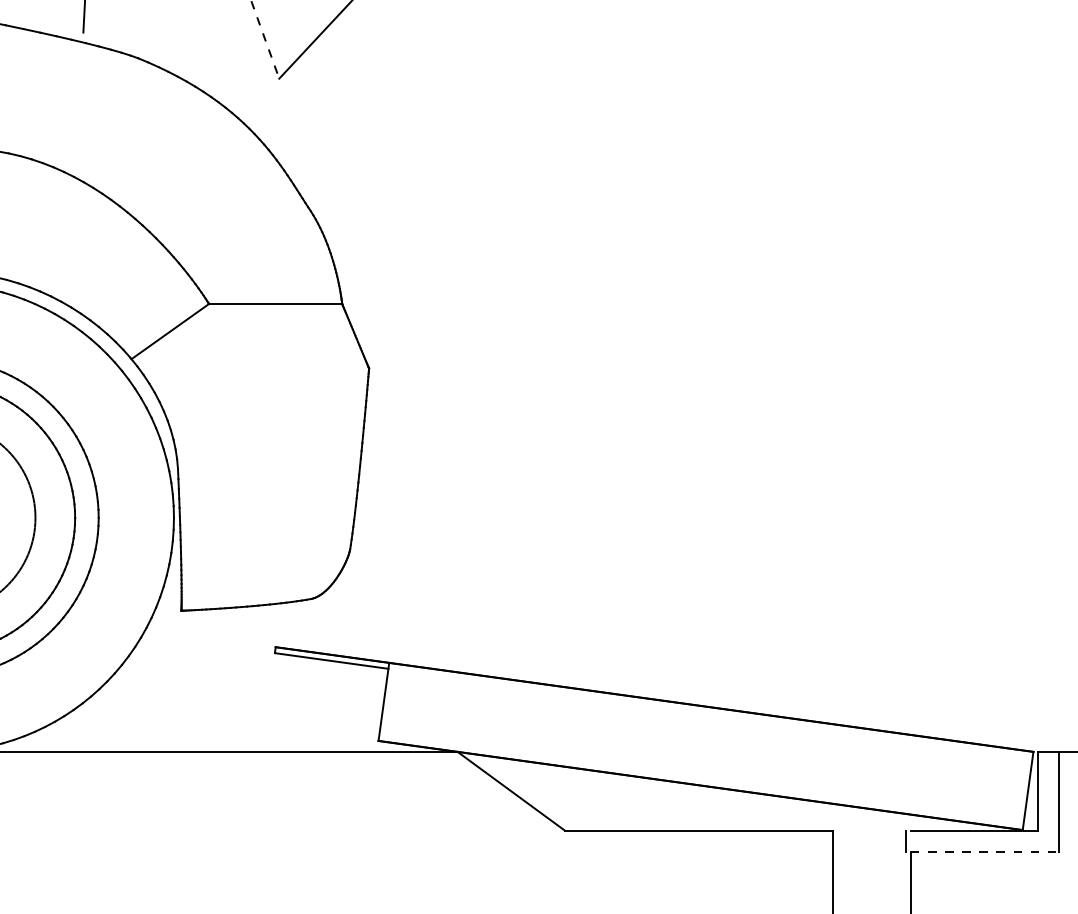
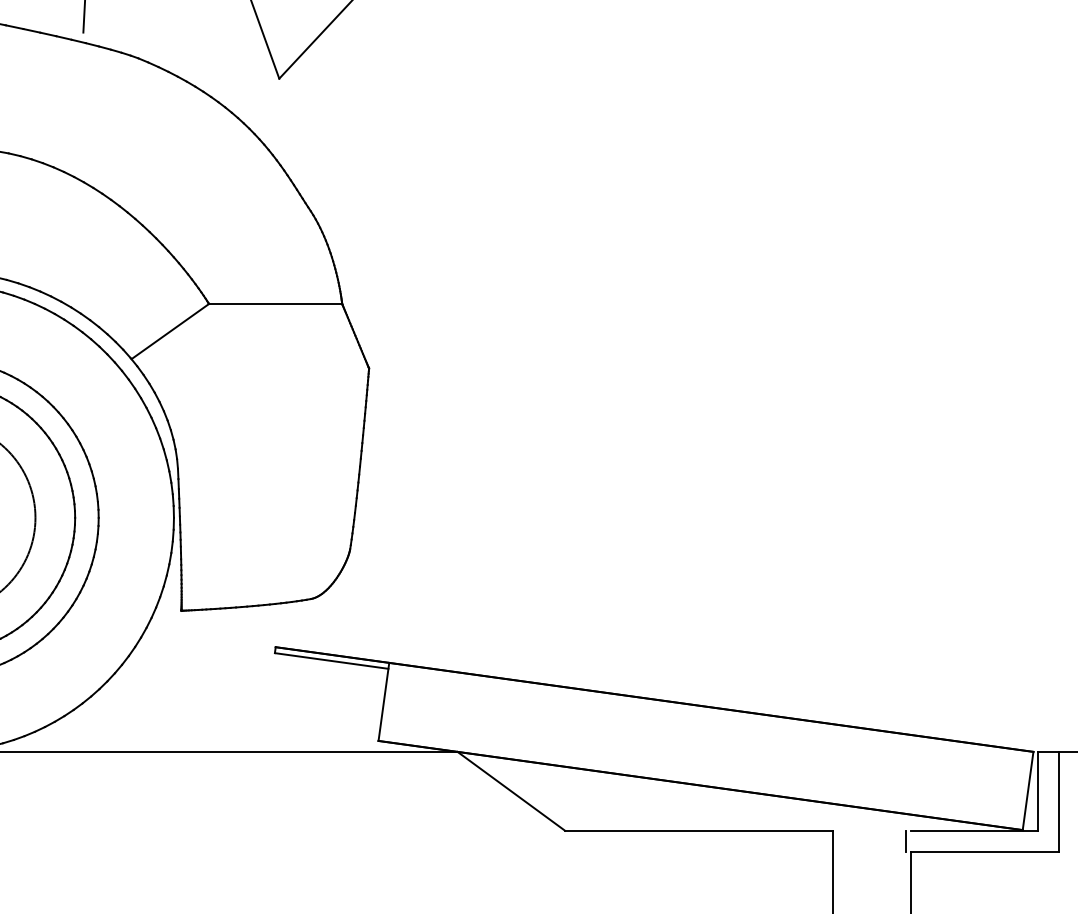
line at (265, 40): dashed -> solid
line at (985, 852): dashed -> solid
